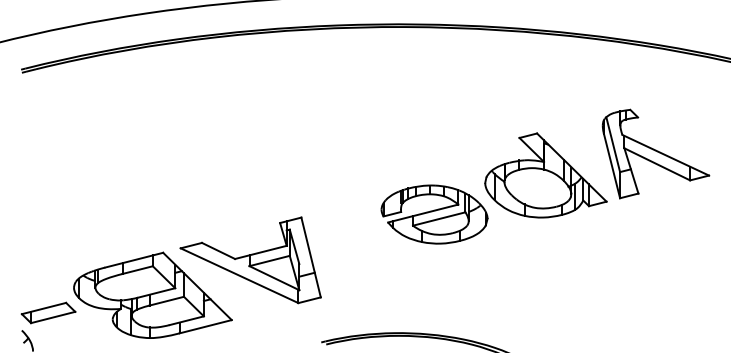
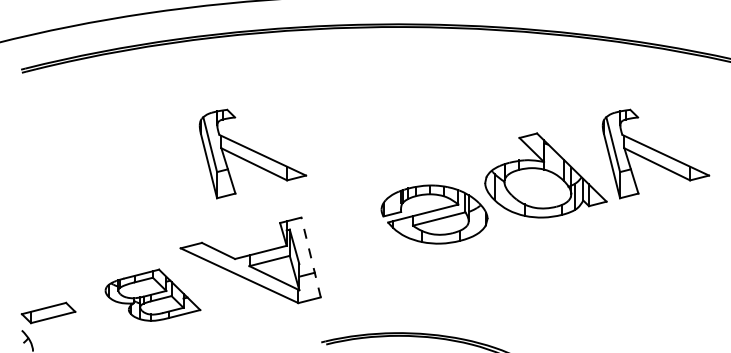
part at (252, 153): none -> present
line at (310, 257): solid -> dashed
part at (152, 294) size: 160x88 px -> 98x54 px
